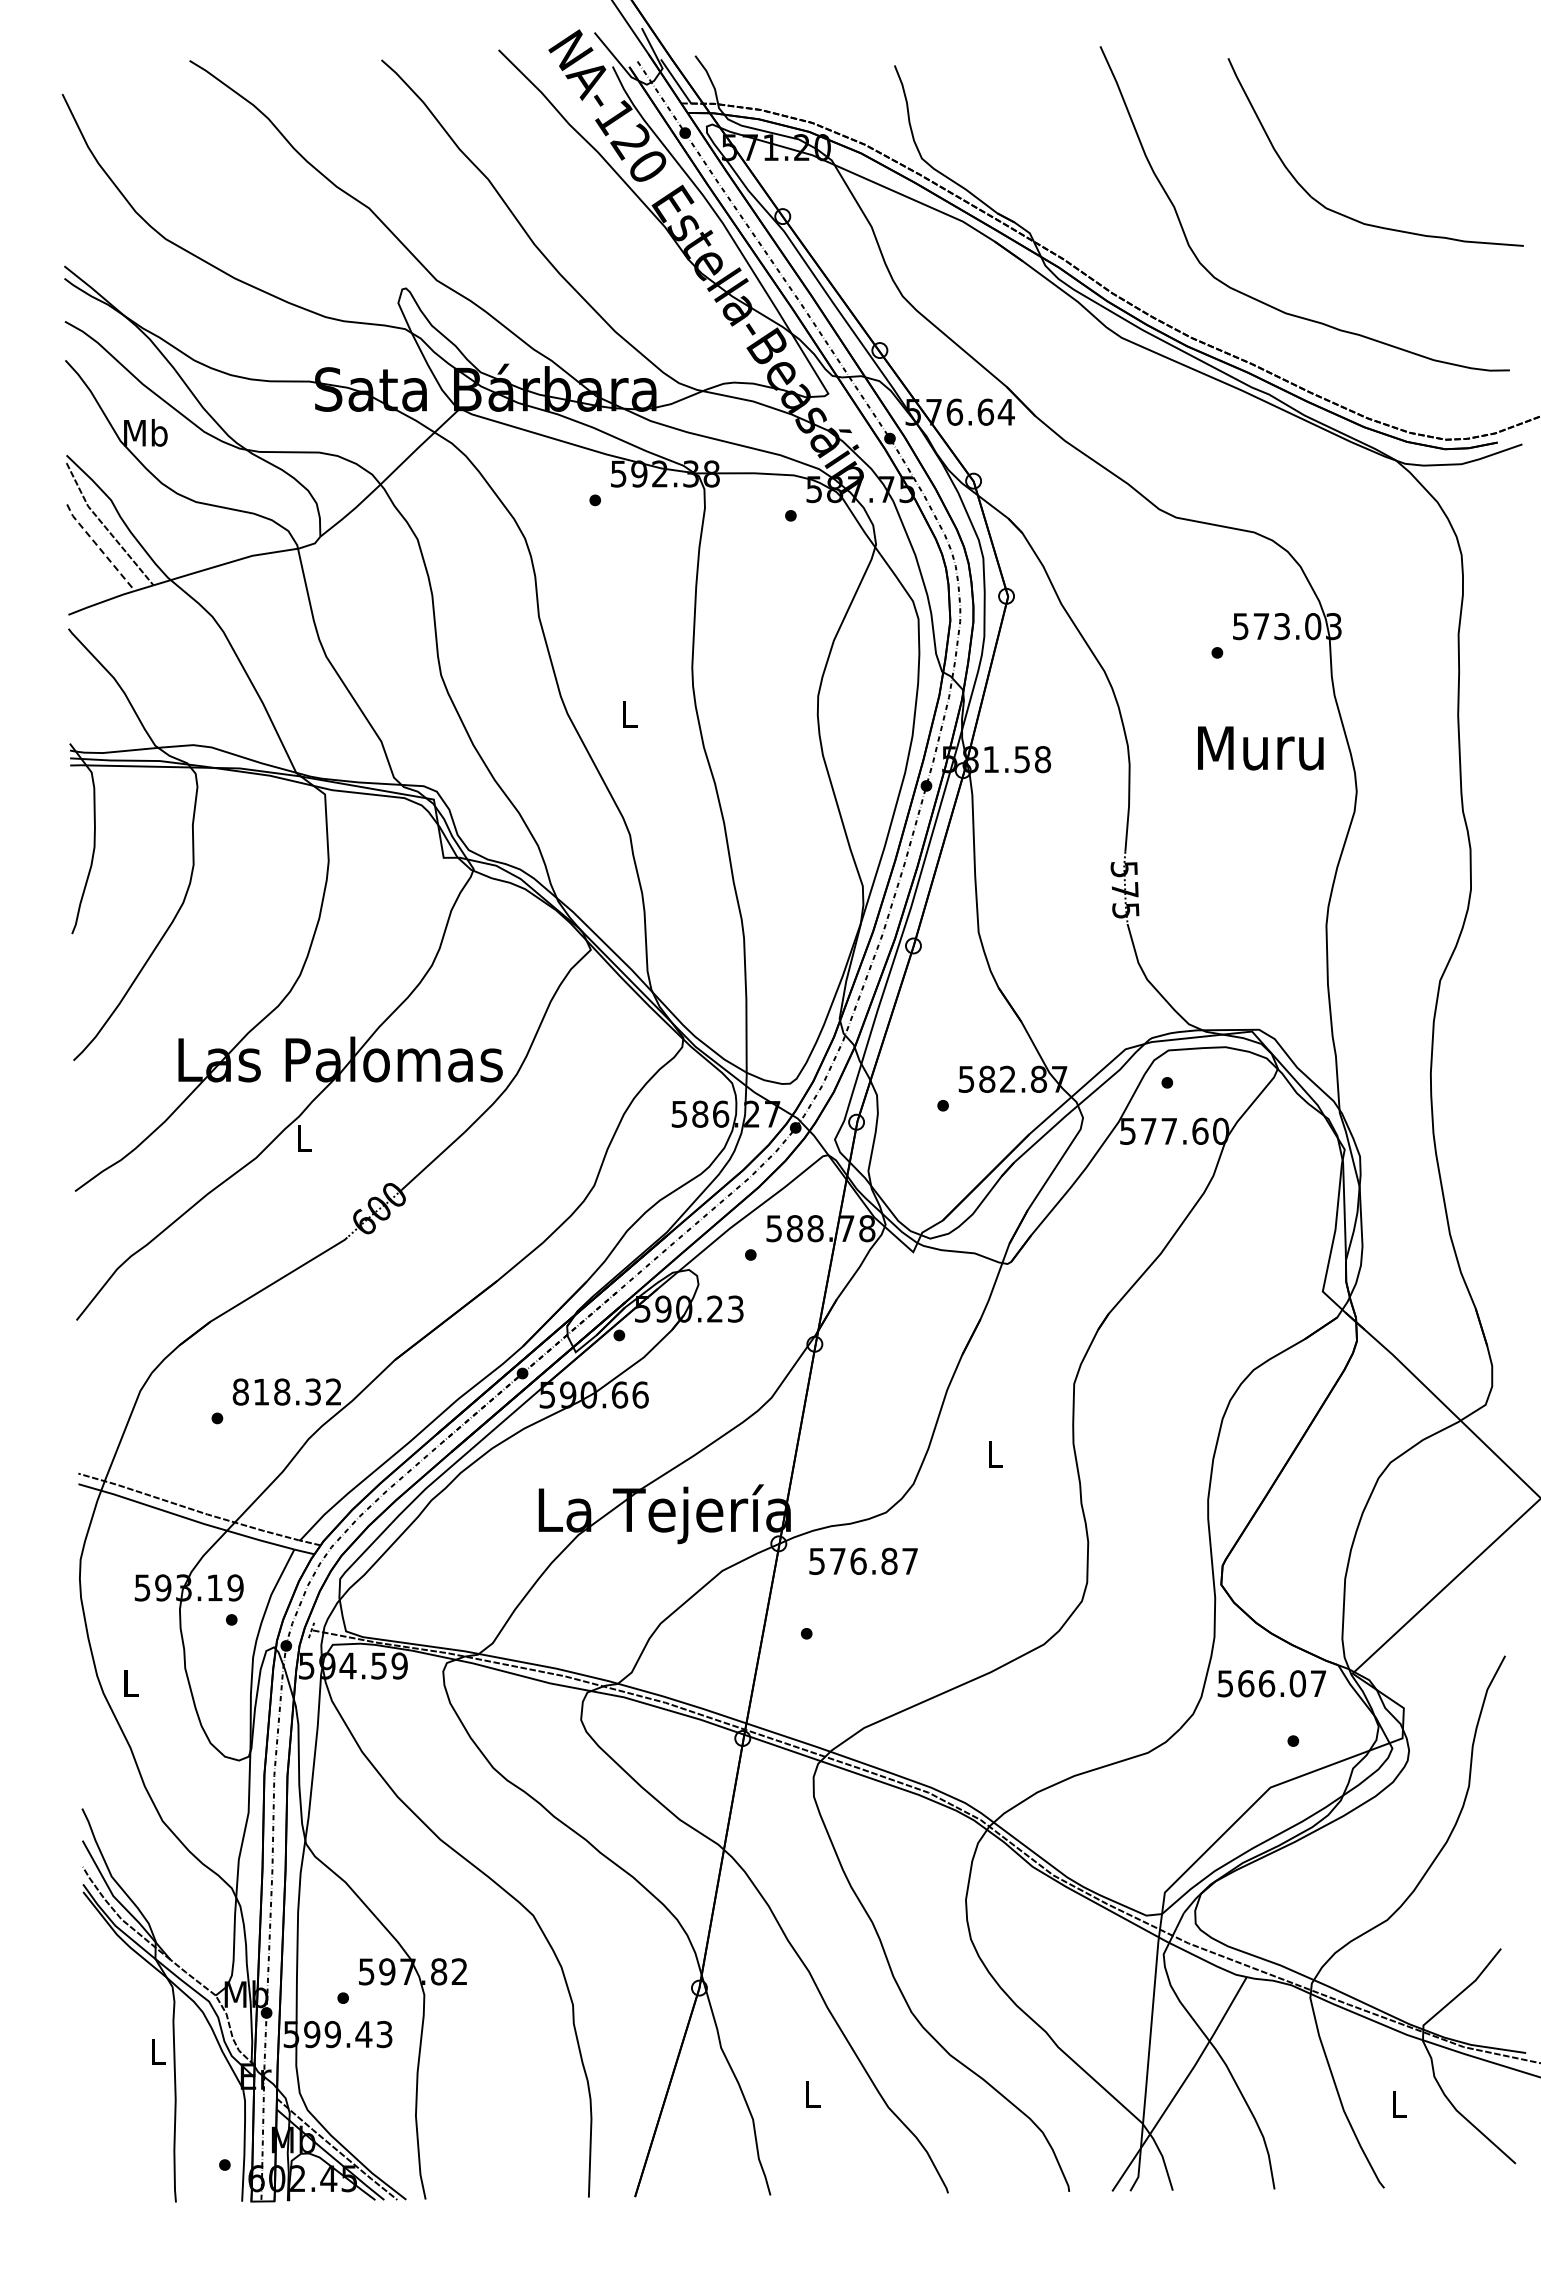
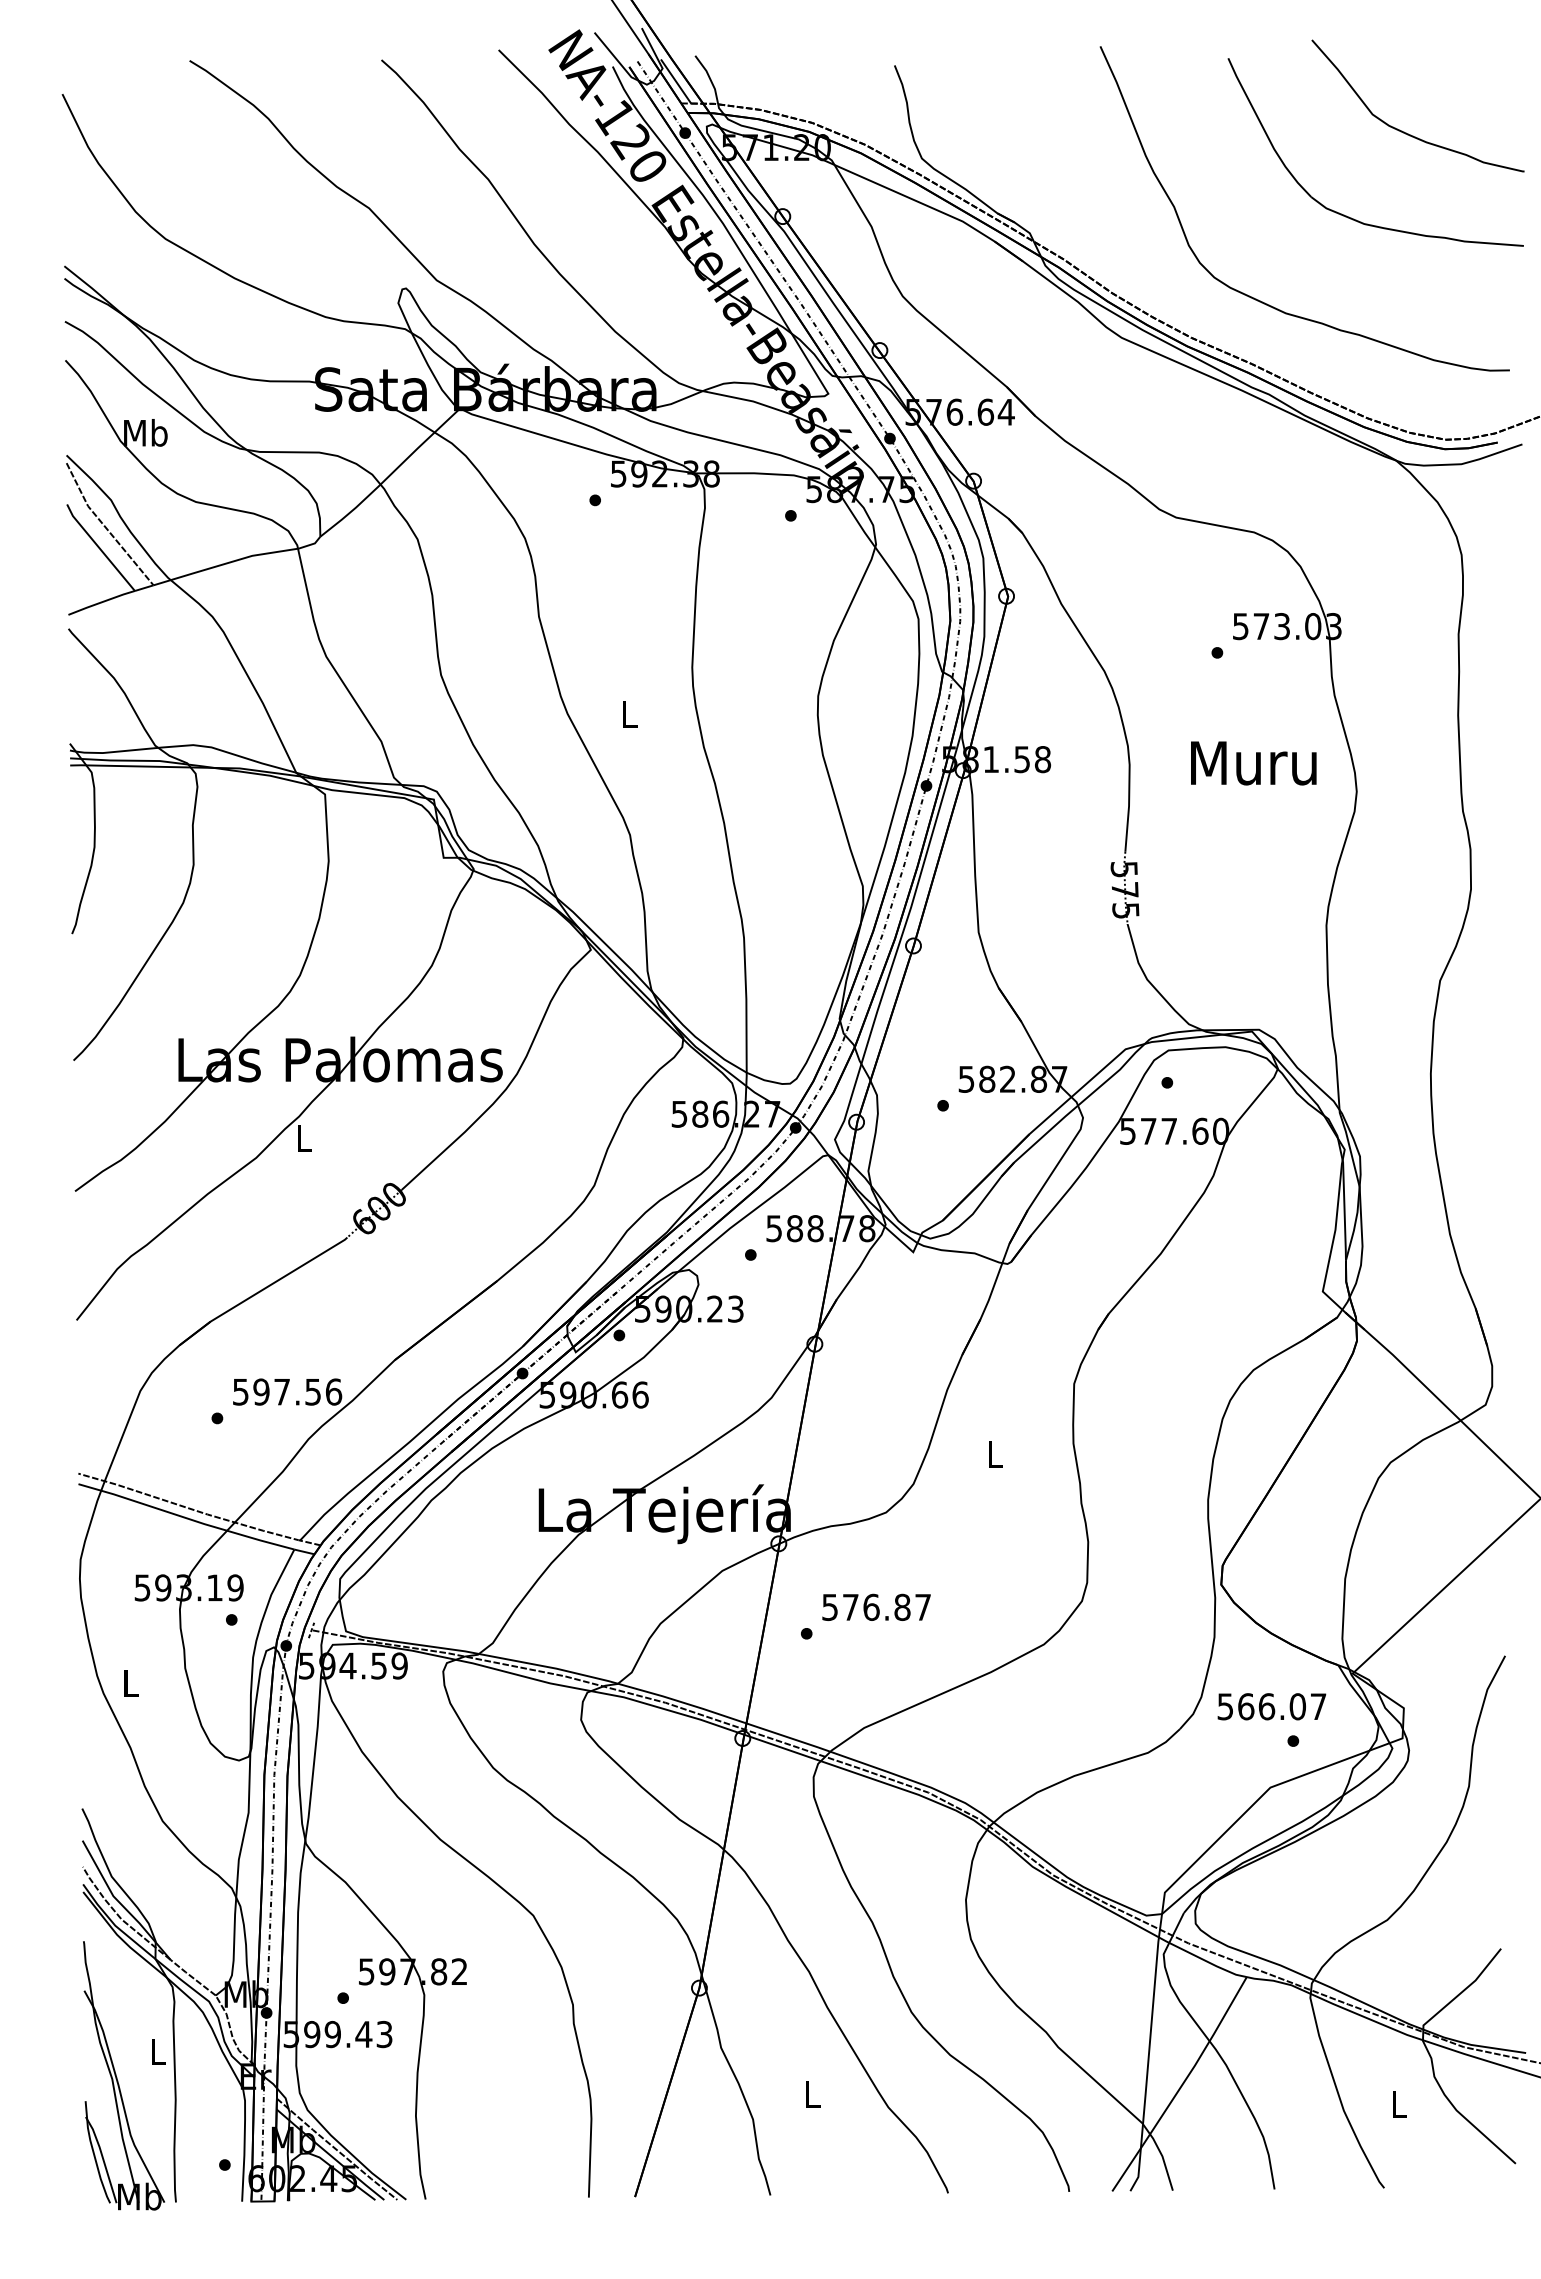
curve at (1404, 131): none -> present
line at (99, 548): dashed -> solid
text at (1260, 748) position: (1260, 748) -> (1253, 763)
text at (287, 1391): 818.32 -> 597.56
text at (863, 1560) position: (863, 1560) -> (876, 1606)
text at (1271, 1683) position: (1271, 1683) -> (1271, 1706)
part at (117, 2077): none -> present
